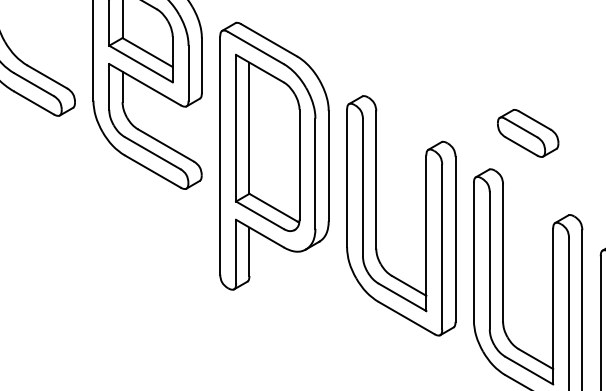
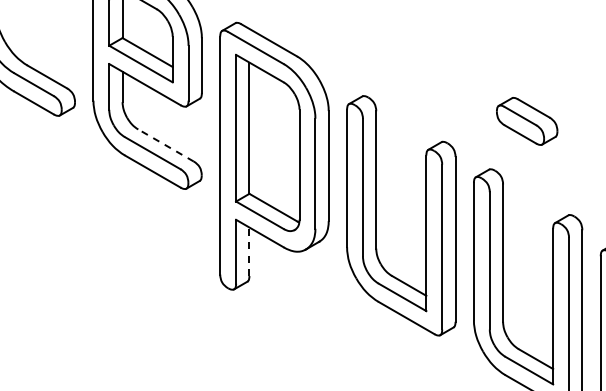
part at (528, 133) position: (528, 133) -> (527, 121)
line at (165, 145): solid -> dashed
line at (249, 251): solid -> dashed
